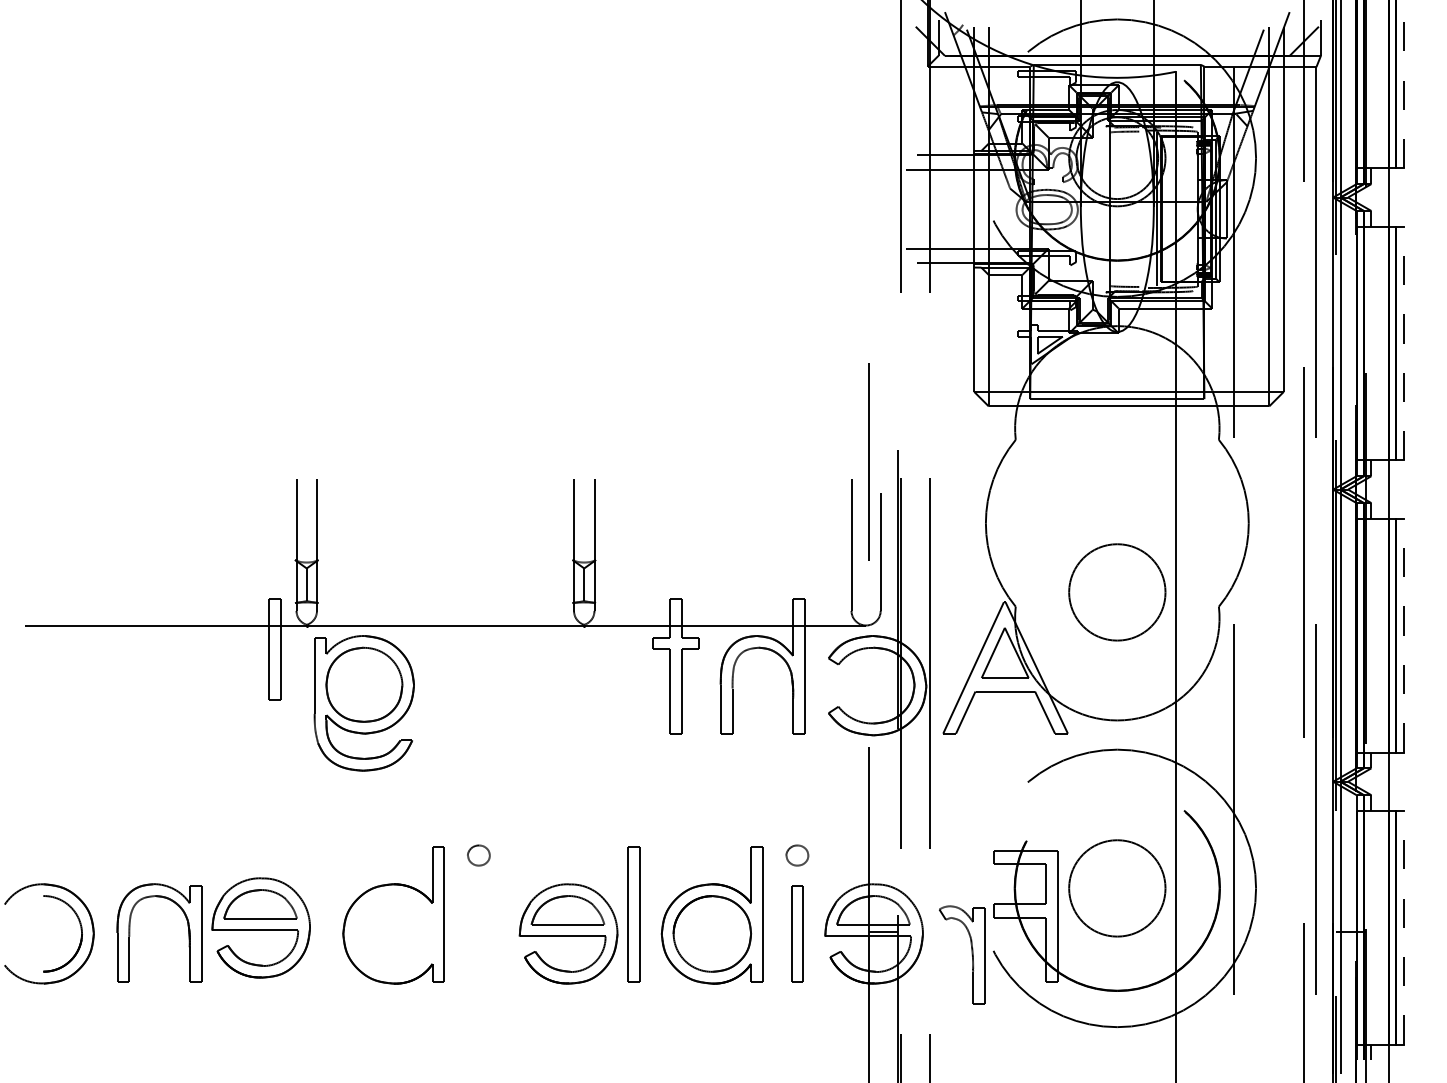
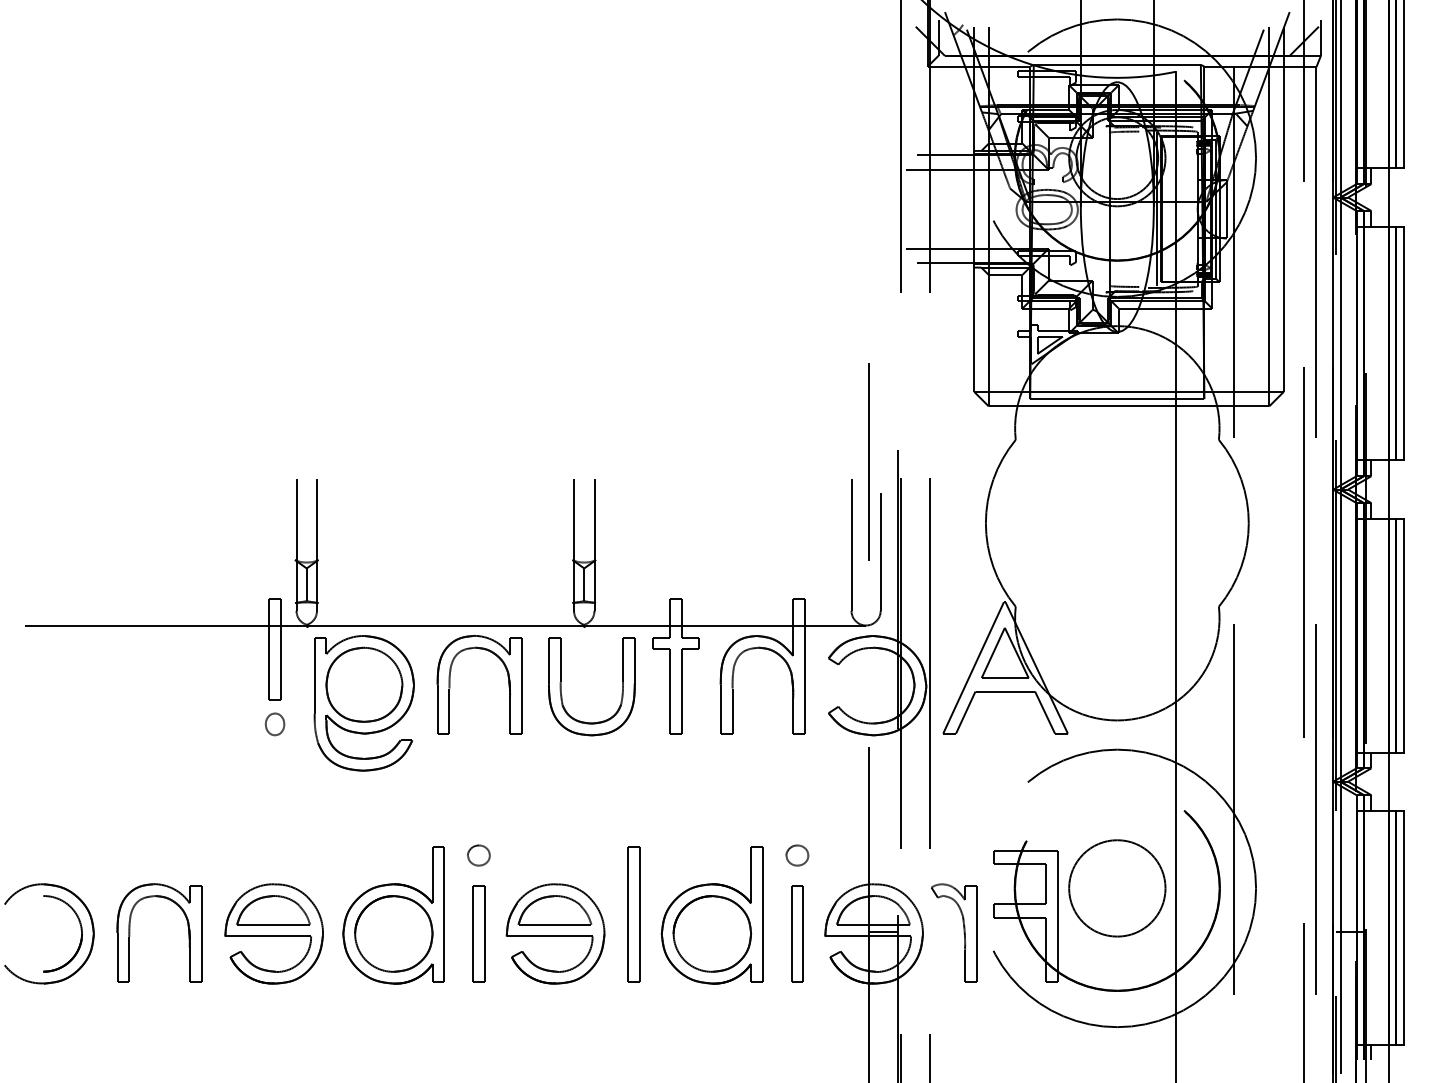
line at (1403, 84): dashed -> solid
line at (1403, 343): dashed -> solid
circle at (1117, 592): present -> none
line at (1403, 635): dashed -> solid
part at (450, 684): none -> present
part at (561, 686): none -> present
part at (274, 724): none -> present
part at (260, 927) position: (260, 927) -> (273, 933)
line at (1403, 927): dashed -> solid
part at (393, 933): none -> present
part at (478, 933): none -> present
part at (568, 933) position: (568, 933) -> (555, 933)
part at (971, 954) position: (971, 954) -> (963, 932)
